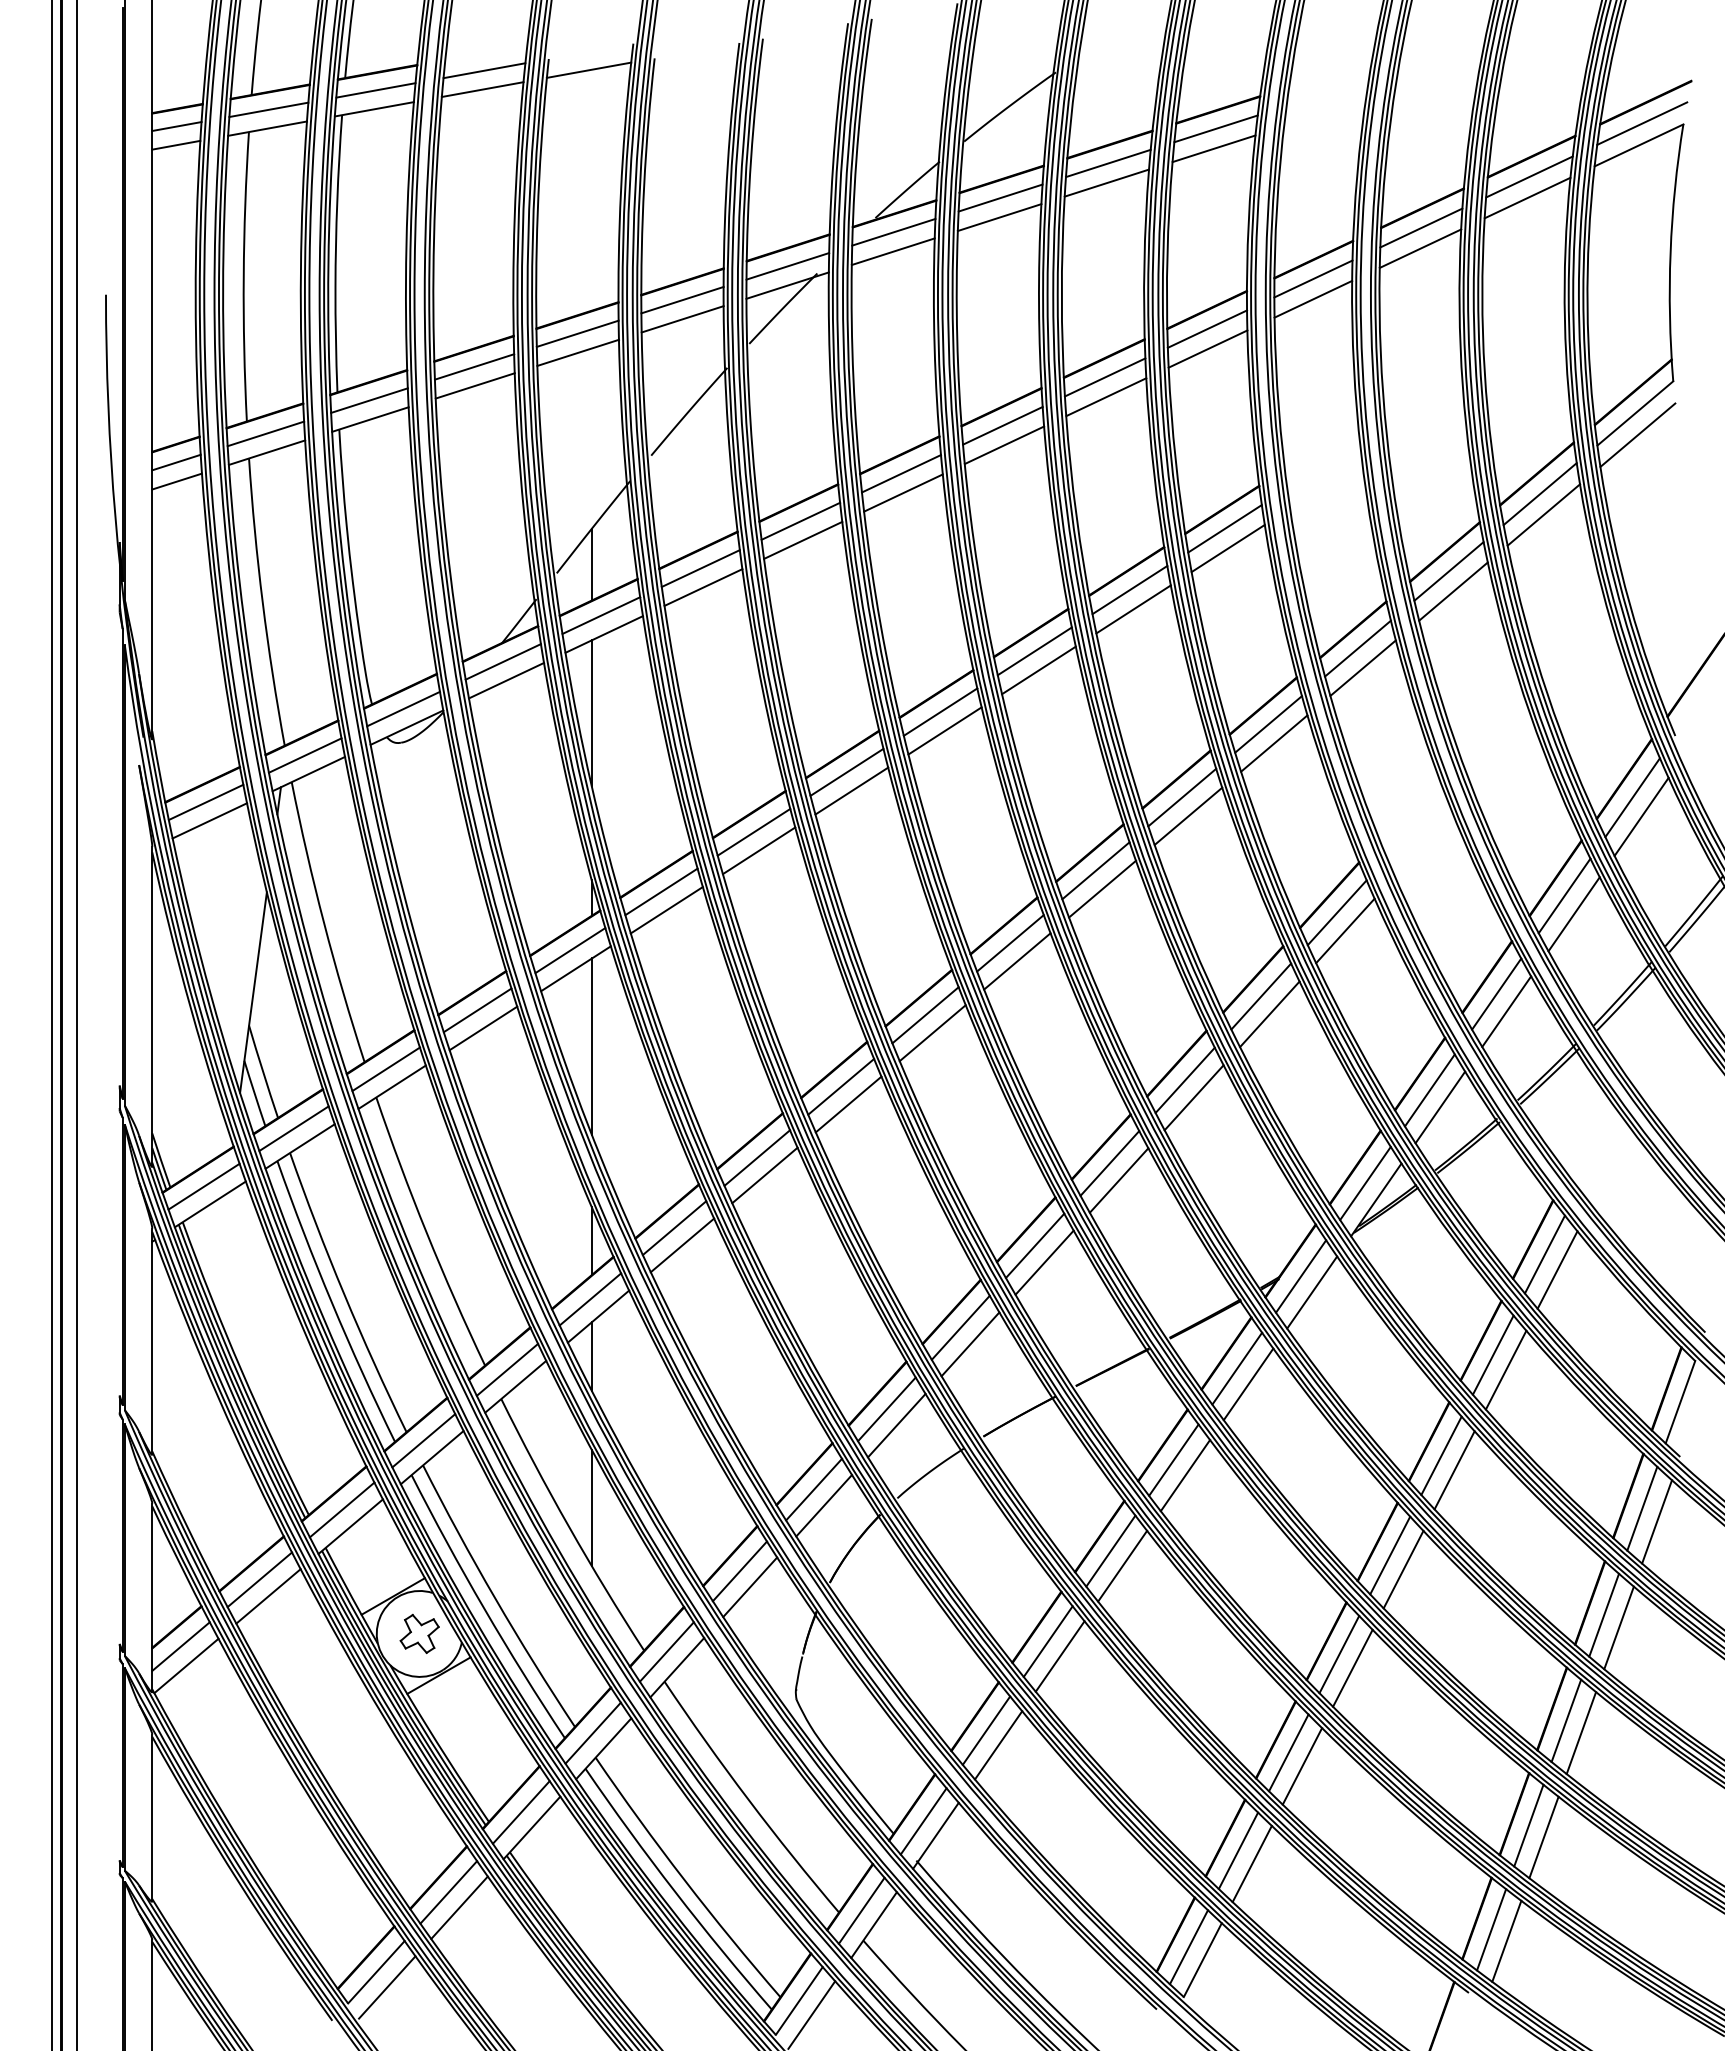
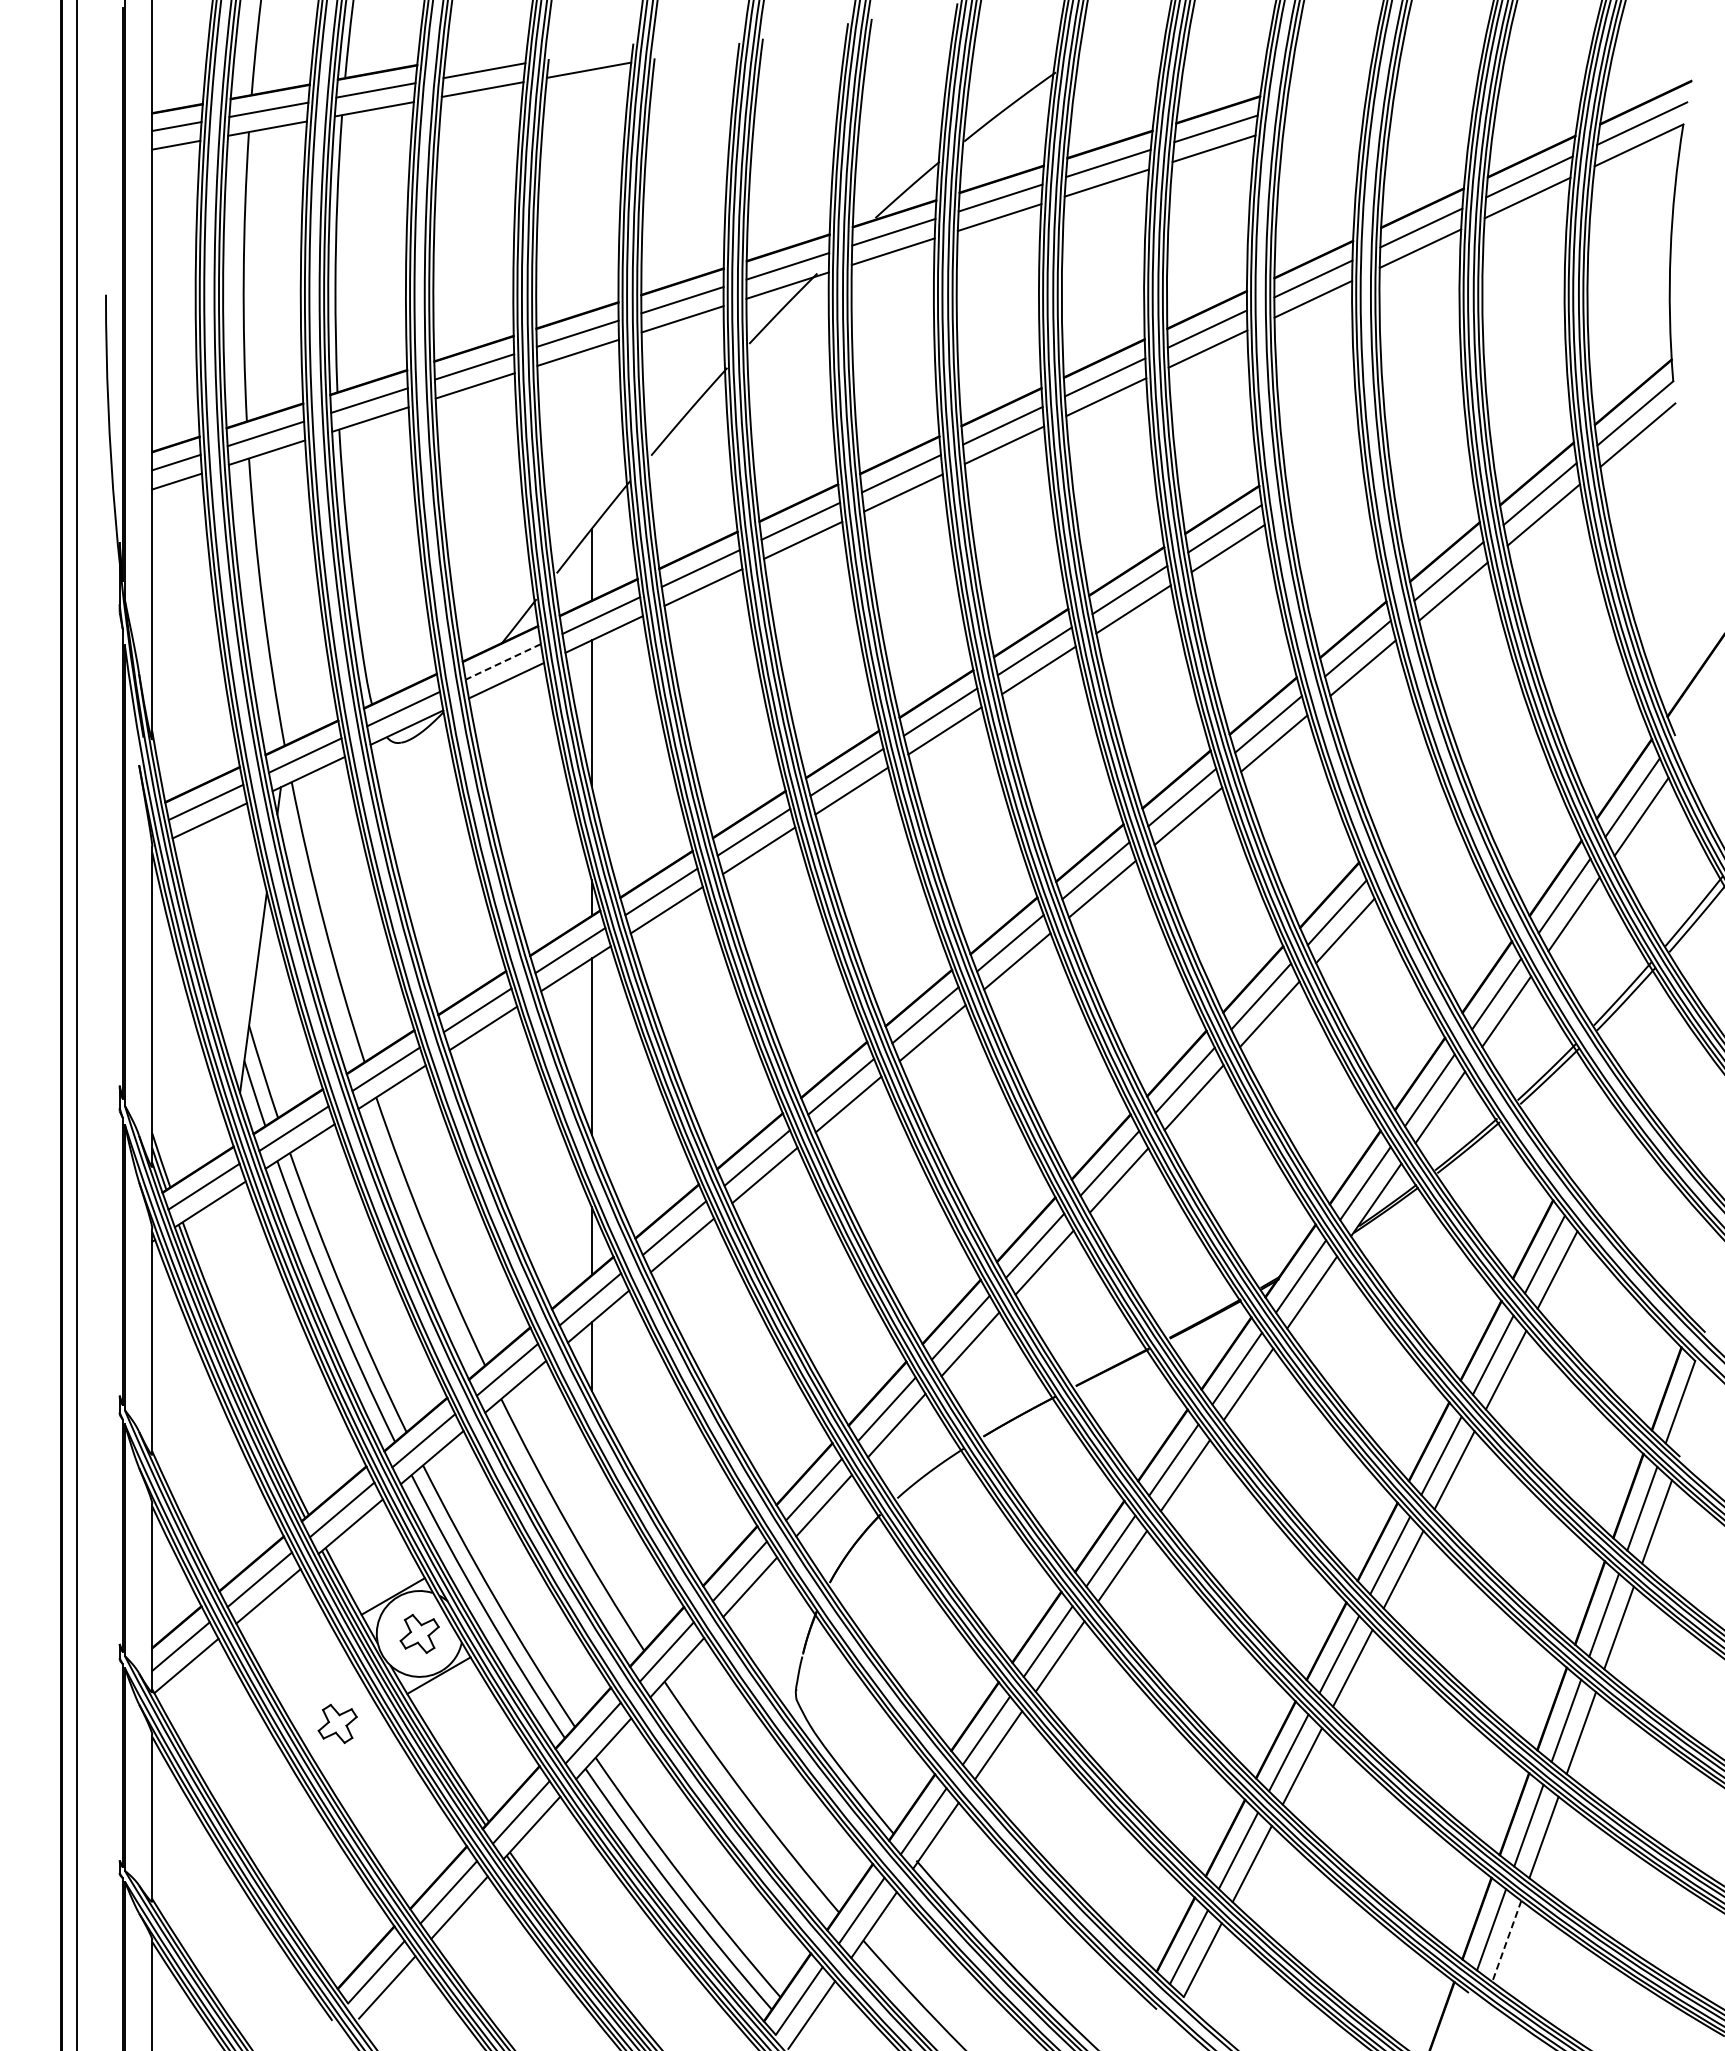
line at (503, 661): solid -> dashed
line at (51, 1024): present -> none
line at (591, 1507): present -> none
part at (337, 1723): none -> present
line at (1506, 1941): solid -> dashed
